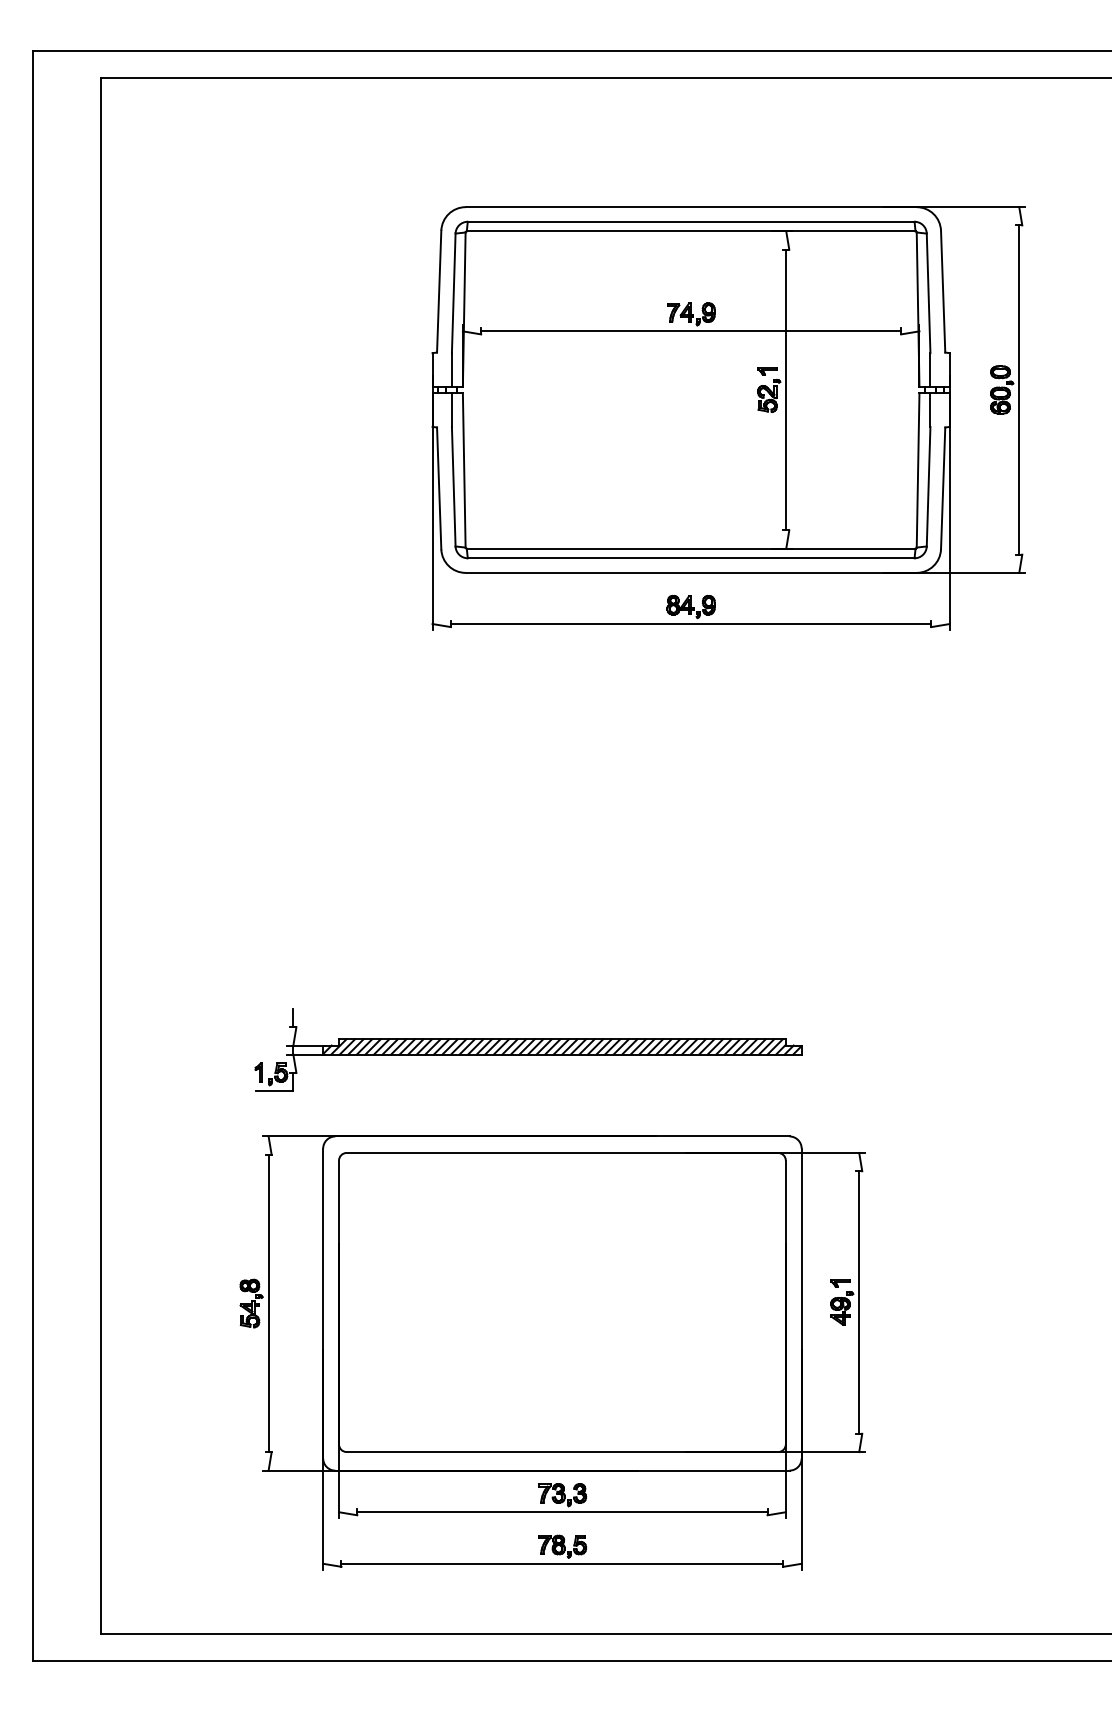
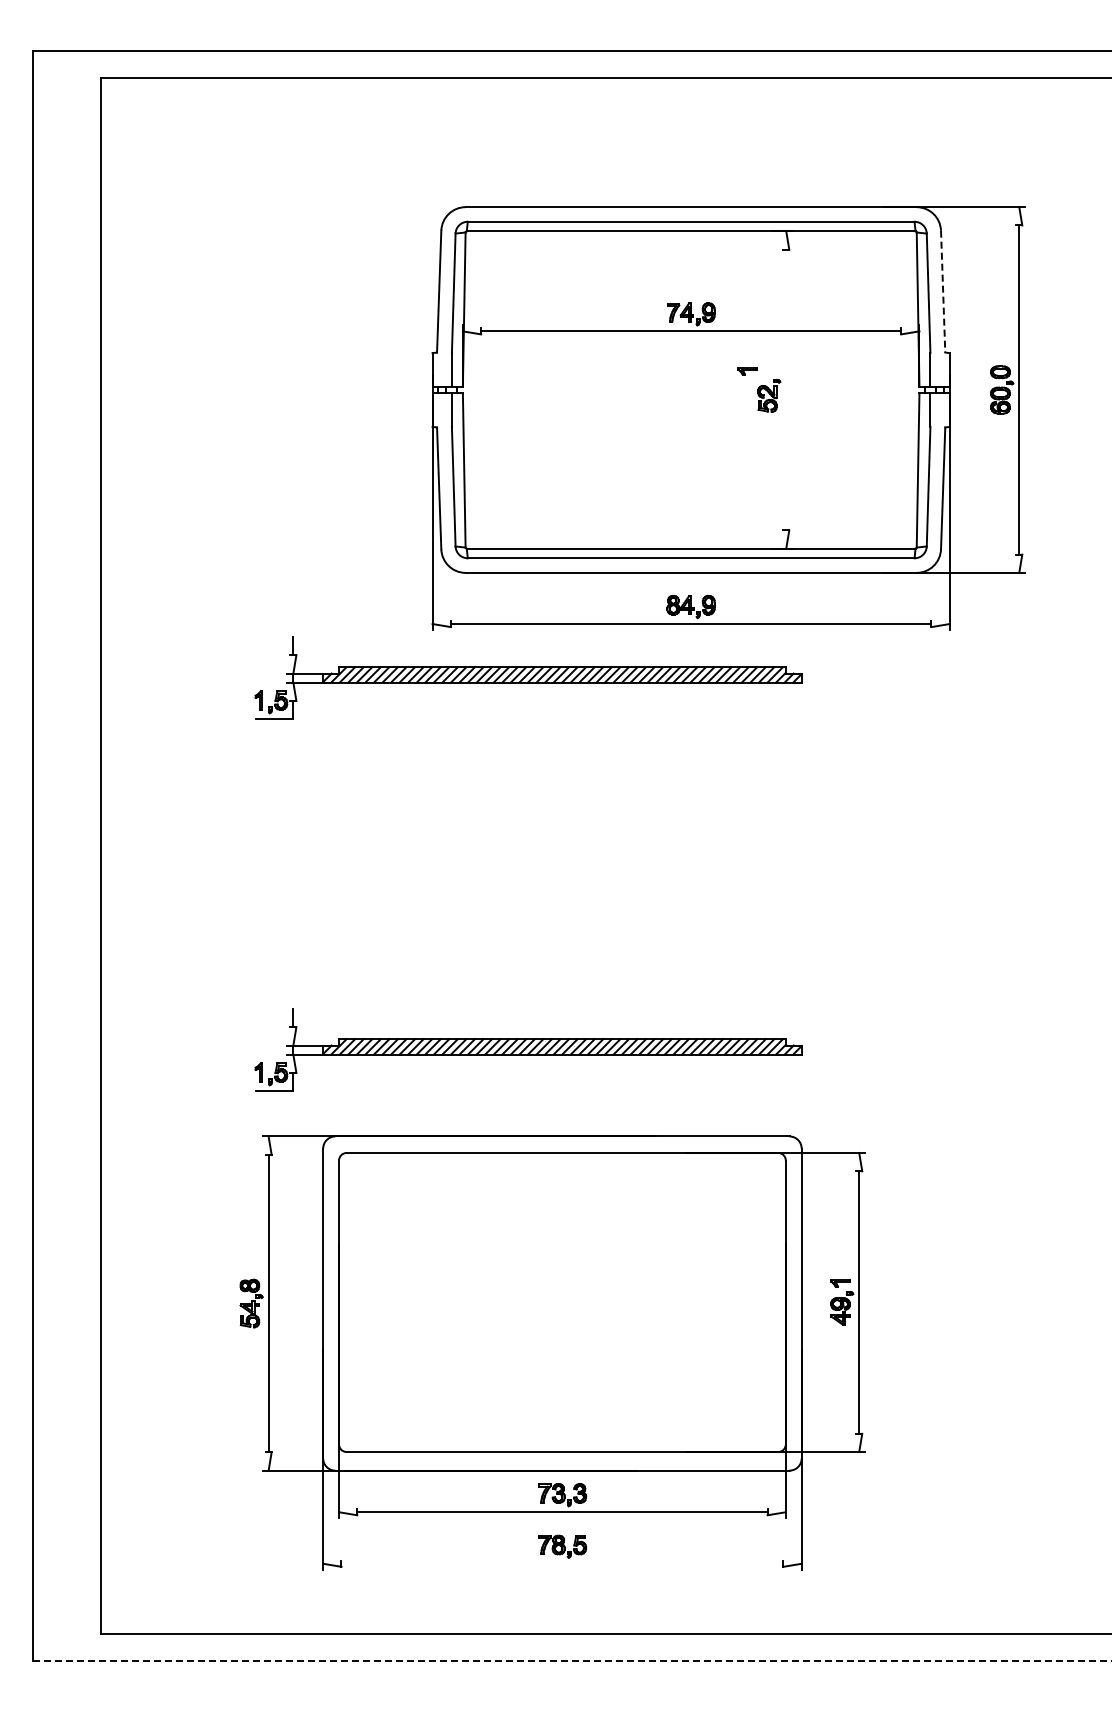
line at (943, 291): solid -> dashed
part at (767, 371) position: (767, 371) -> (747, 371)
line at (786, 389): present -> none
part at (528, 677): none -> present
line at (562, 1563): present -> none
line at (573, 1660): solid -> dashed
